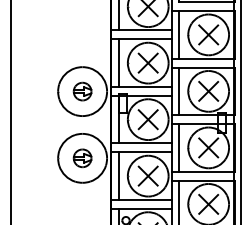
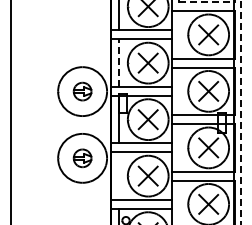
line at (207, 2): solid -> dashed
line at (179, 34): present -> none
line at (118, 63): solid -> dashed
line at (179, 91): present -> none
line at (240, 112): solid -> dashed
line at (179, 147): present -> none
line at (118, 175): present -> none
line at (179, 200): present -> none
